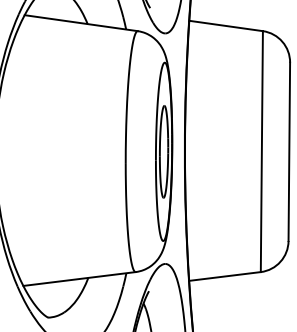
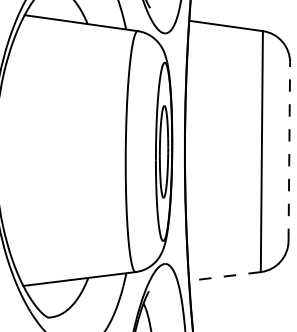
line at (289, 151): solid -> dashed
line at (224, 276): solid -> dashed
